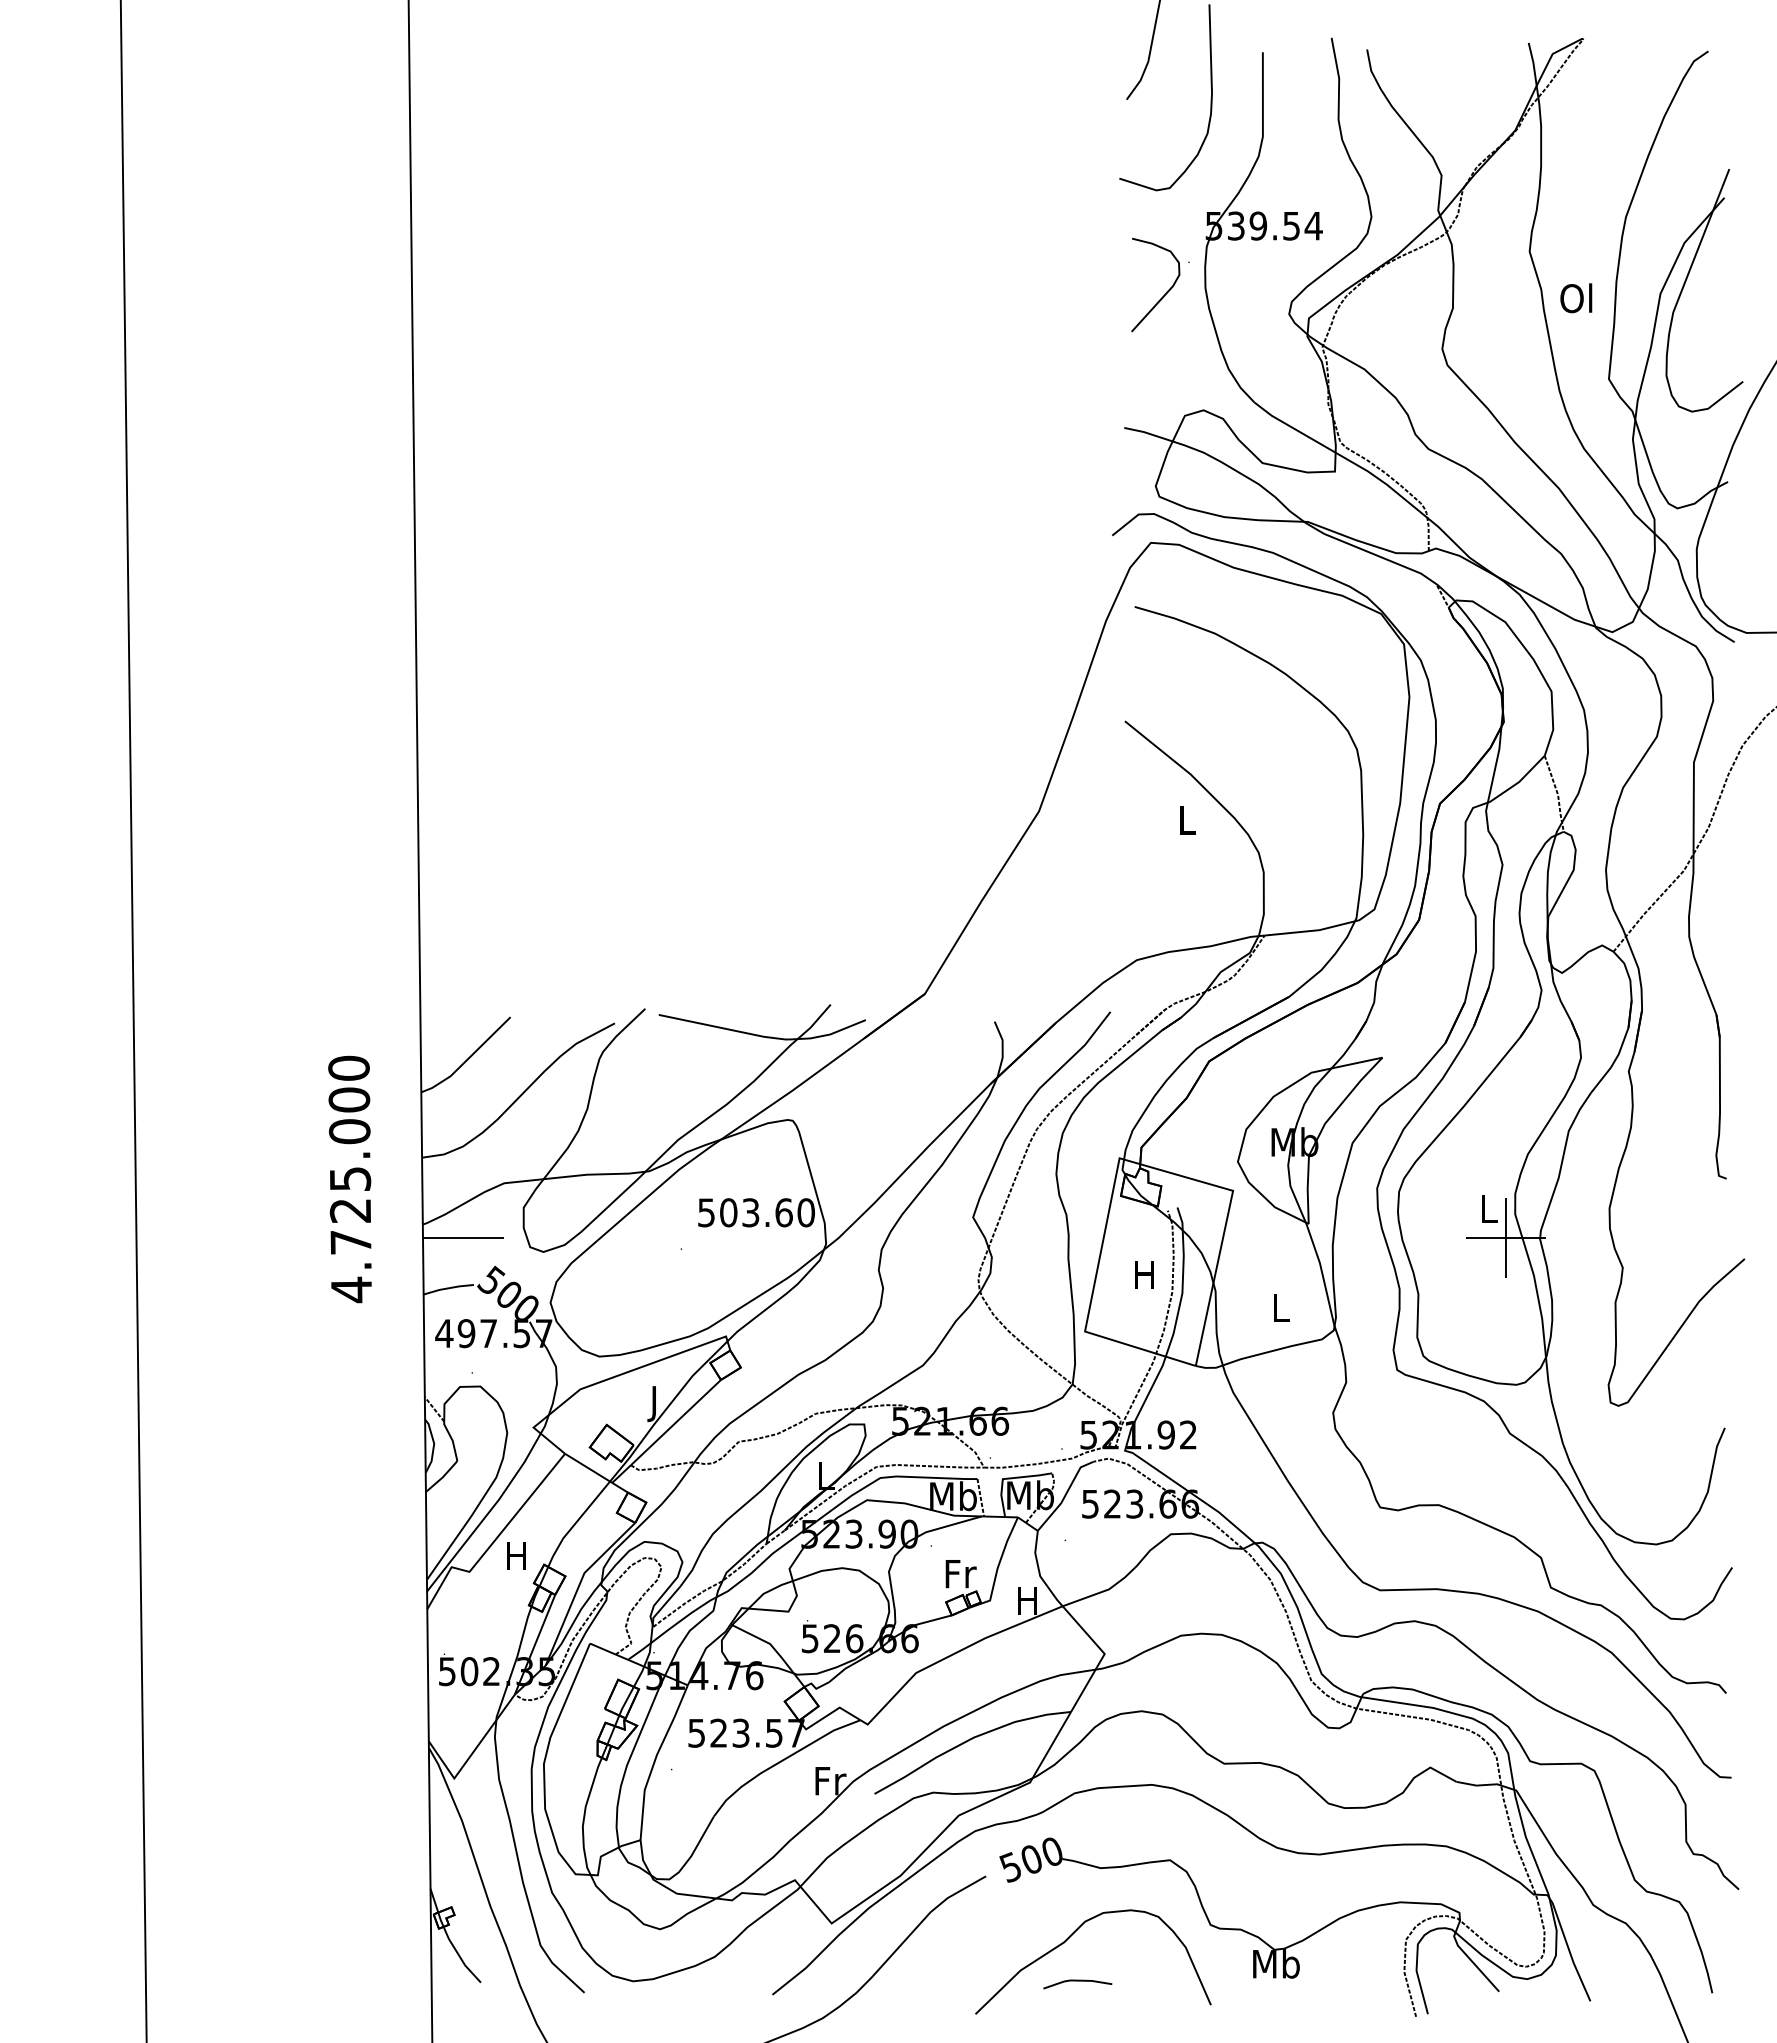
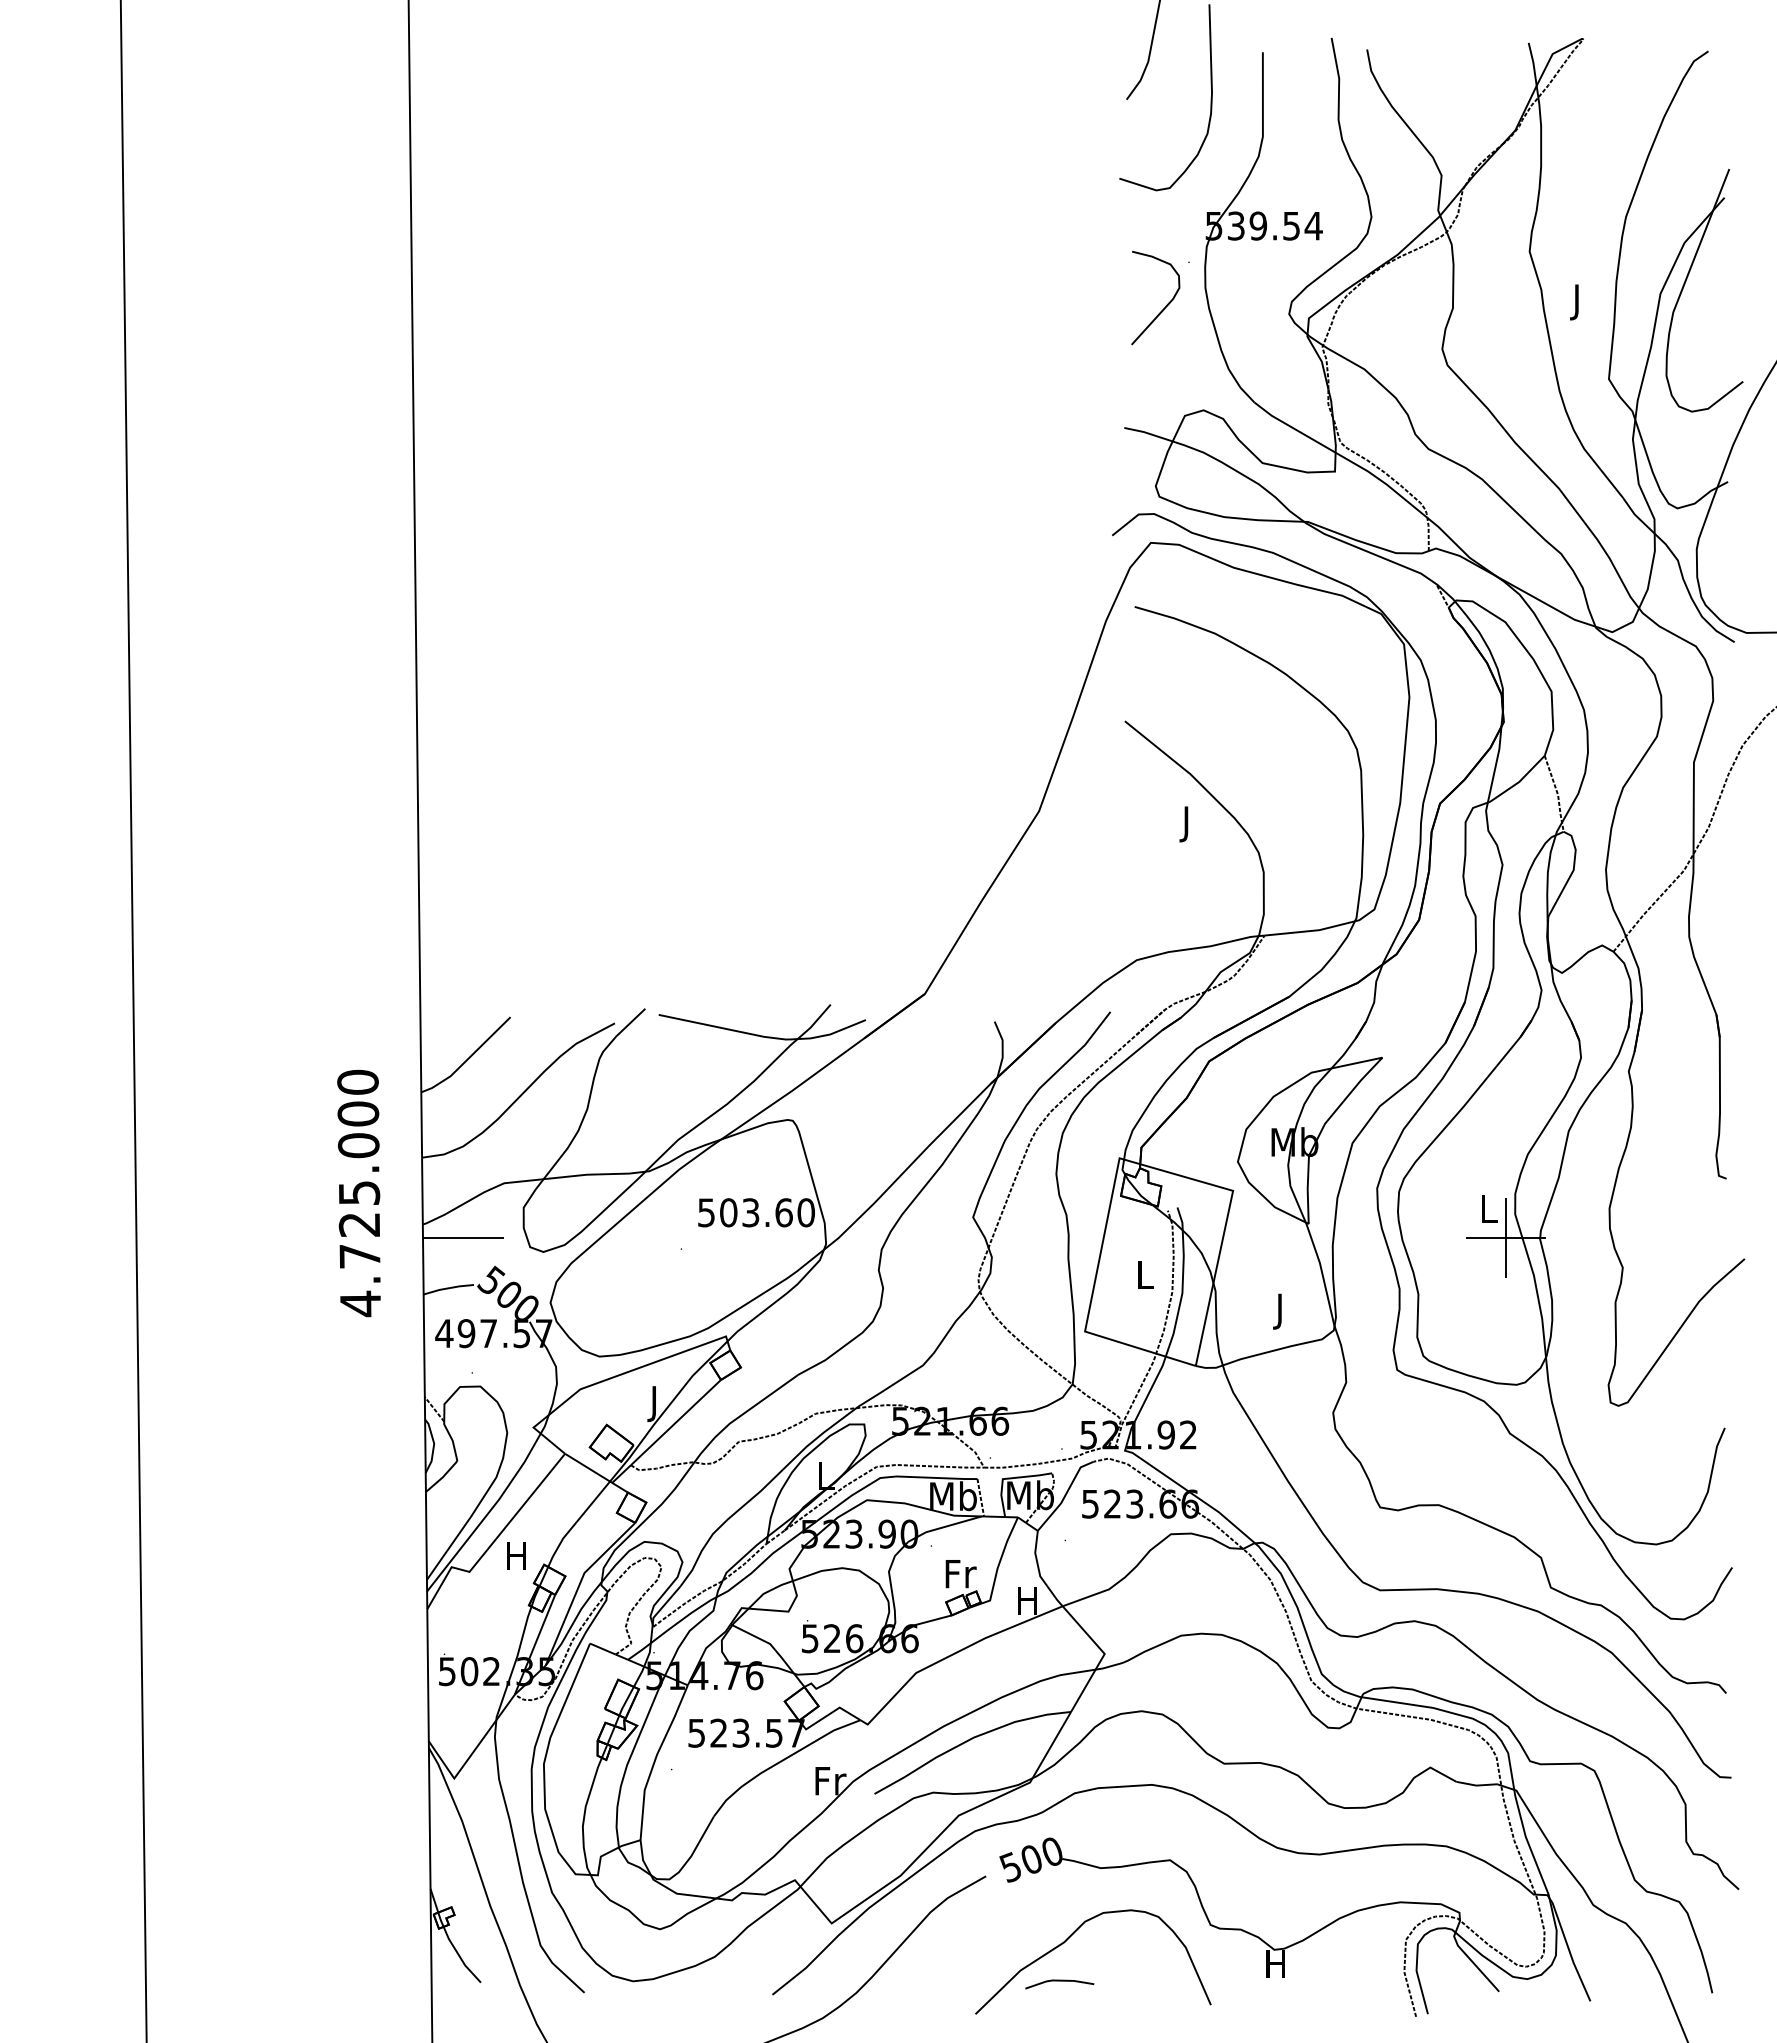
curve at (1166, 291) position: (1166, 291) -> (1166, 304)
text at (1576, 301): Ol -> J
text at (1187, 824): L -> J
text at (349, 1179) position: (349, 1179) -> (358, 1193)
text at (1144, 1274): H -> L
text at (1281, 1311): L -> J
text at (1276, 1963): Mb -> H
line at (1077, 1981) position: (1077, 1981) -> (1059, 1981)
